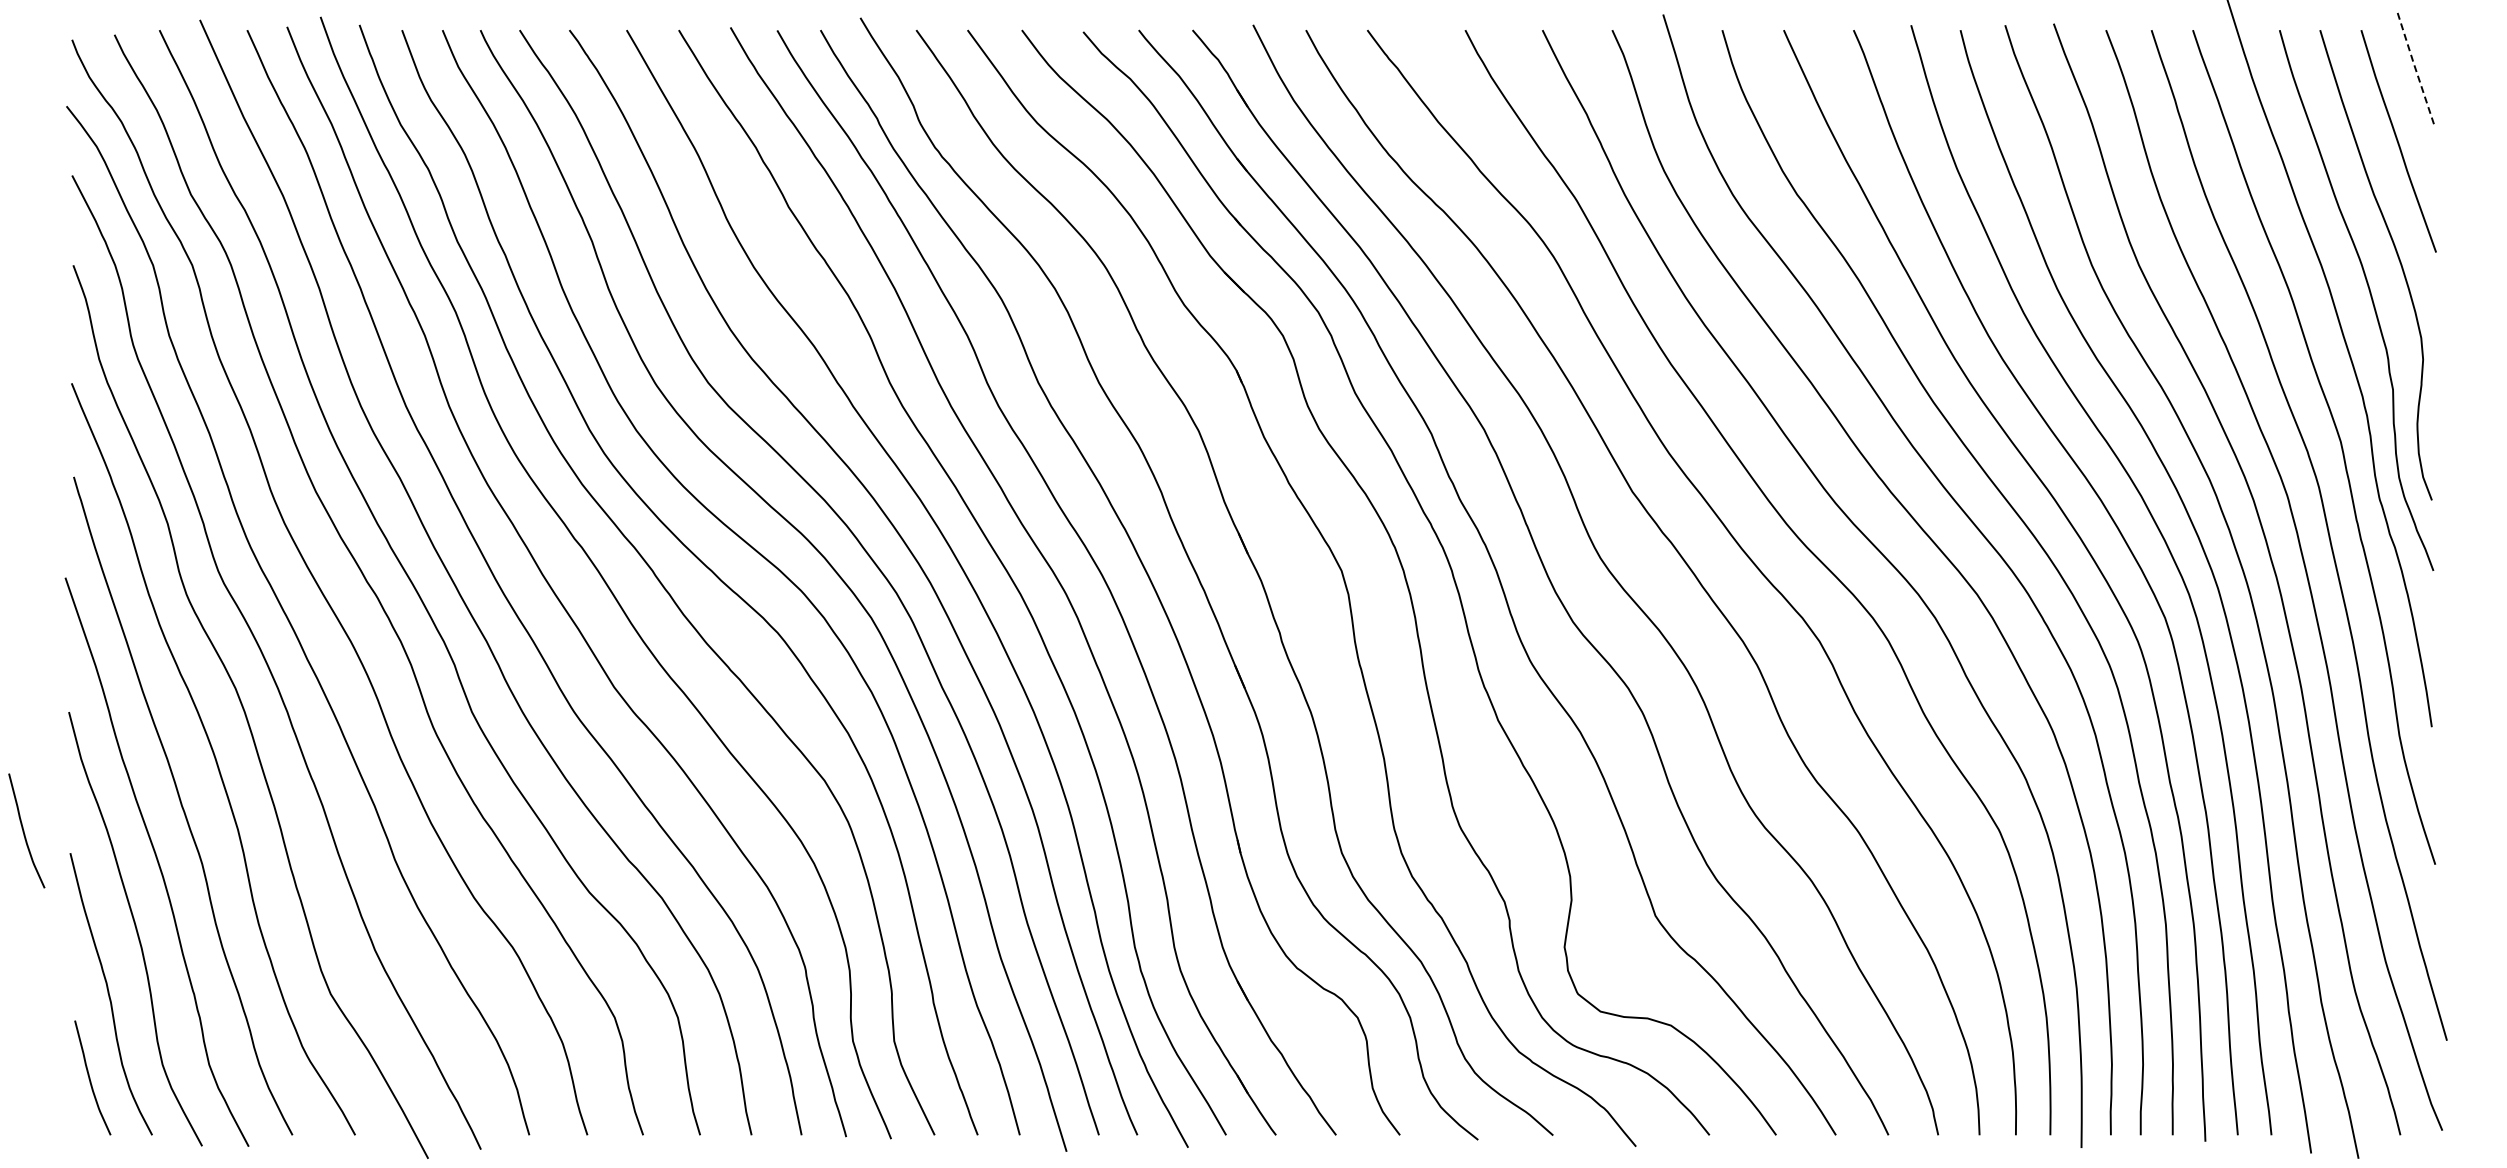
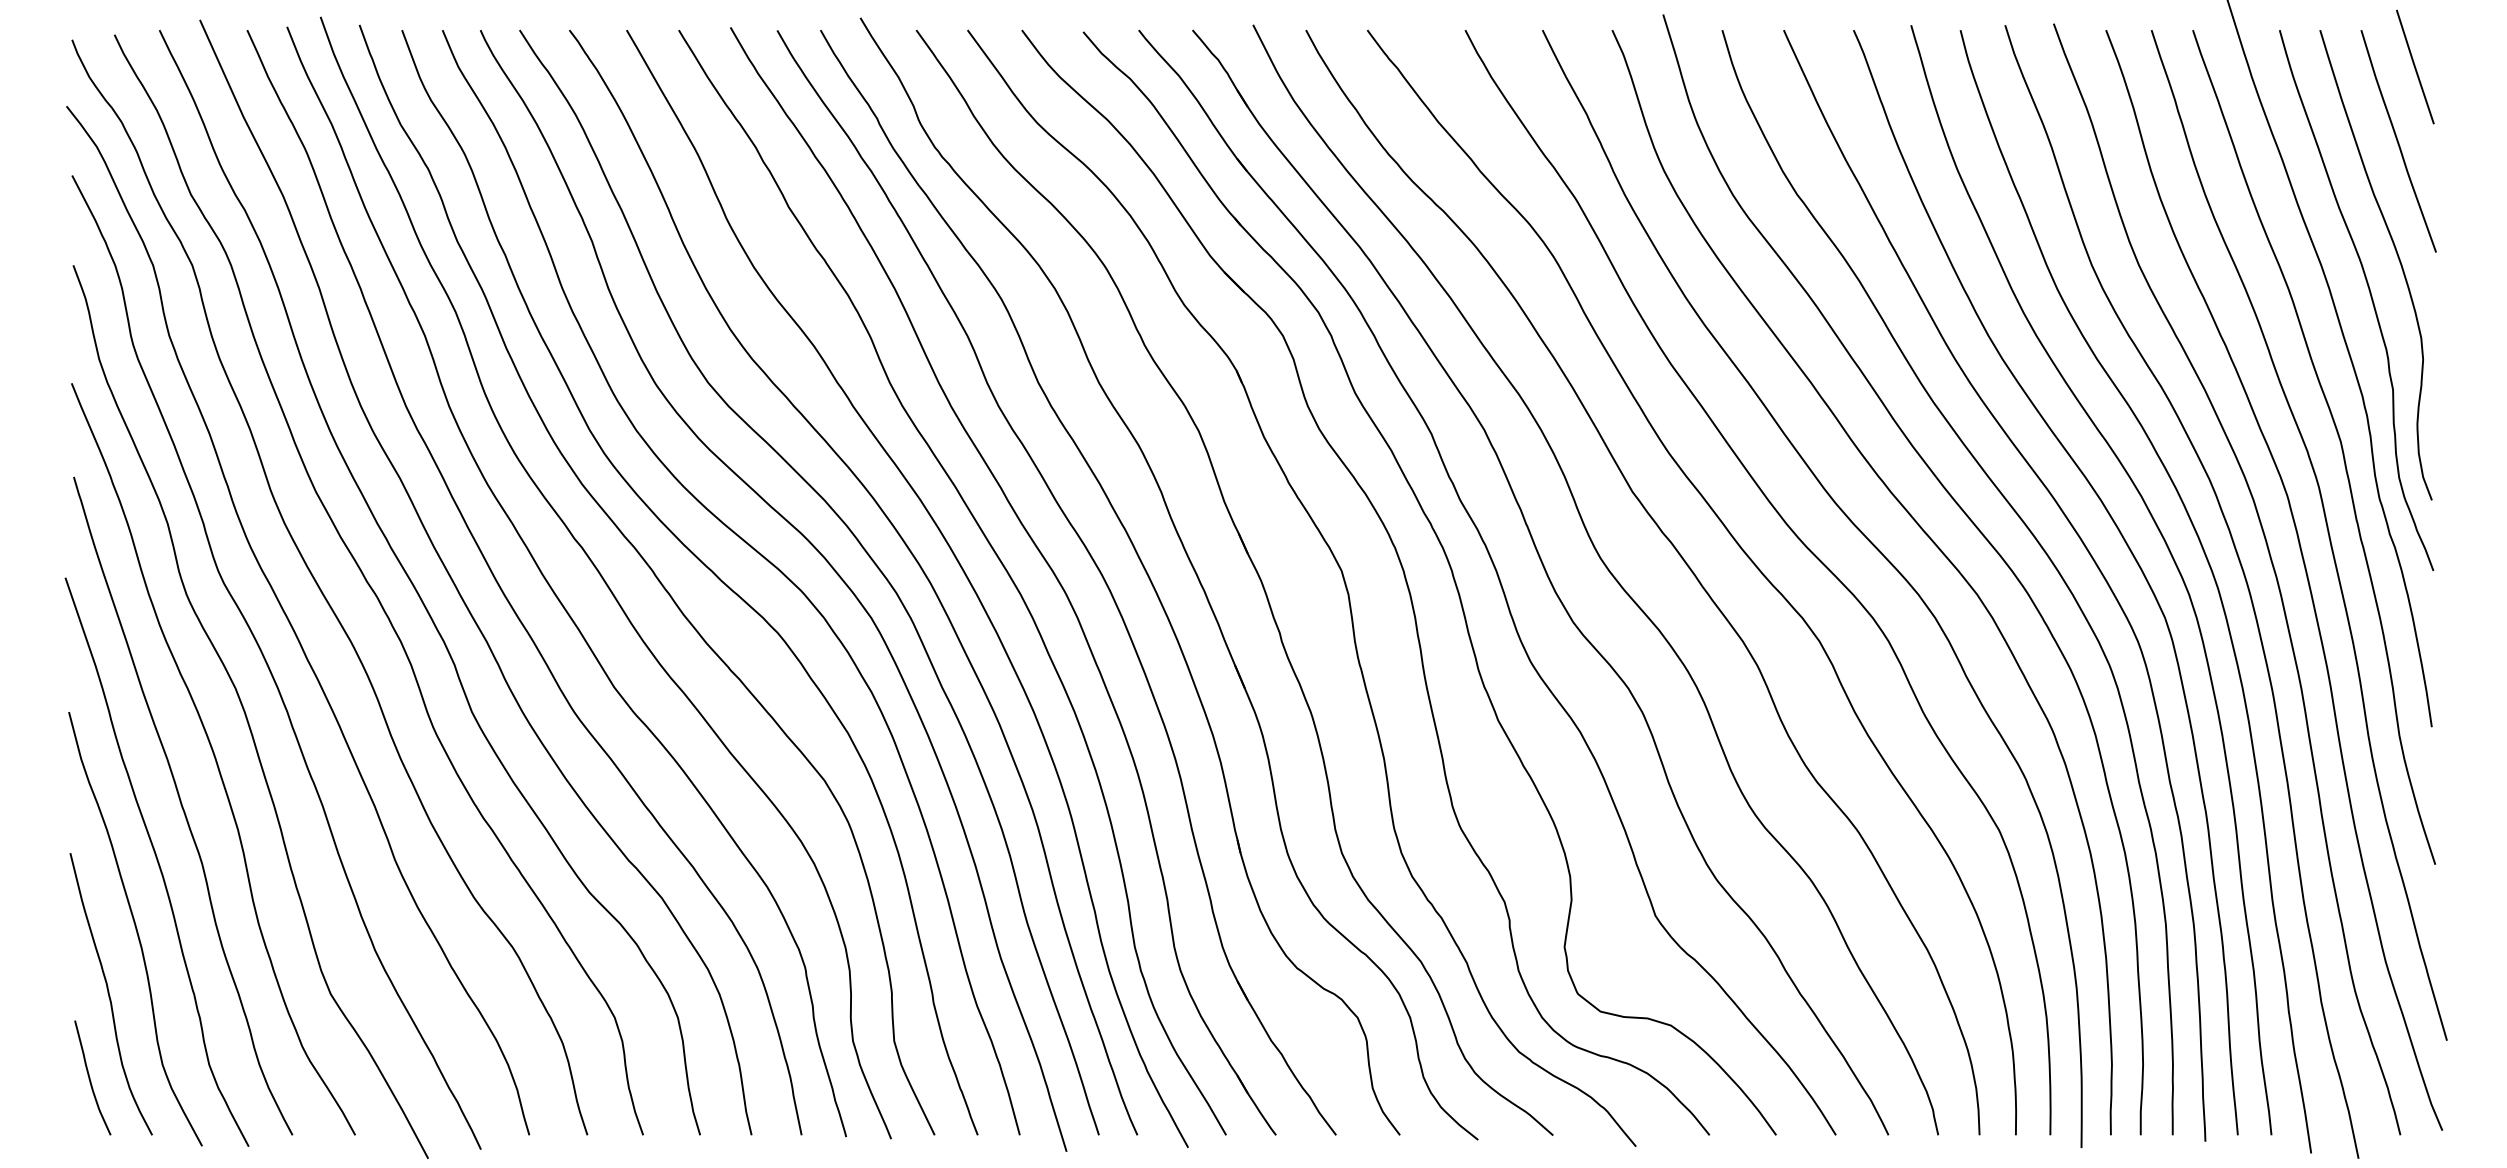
line at (2414, 66): dashed -> solid
curve at (24, 830): present -> none
